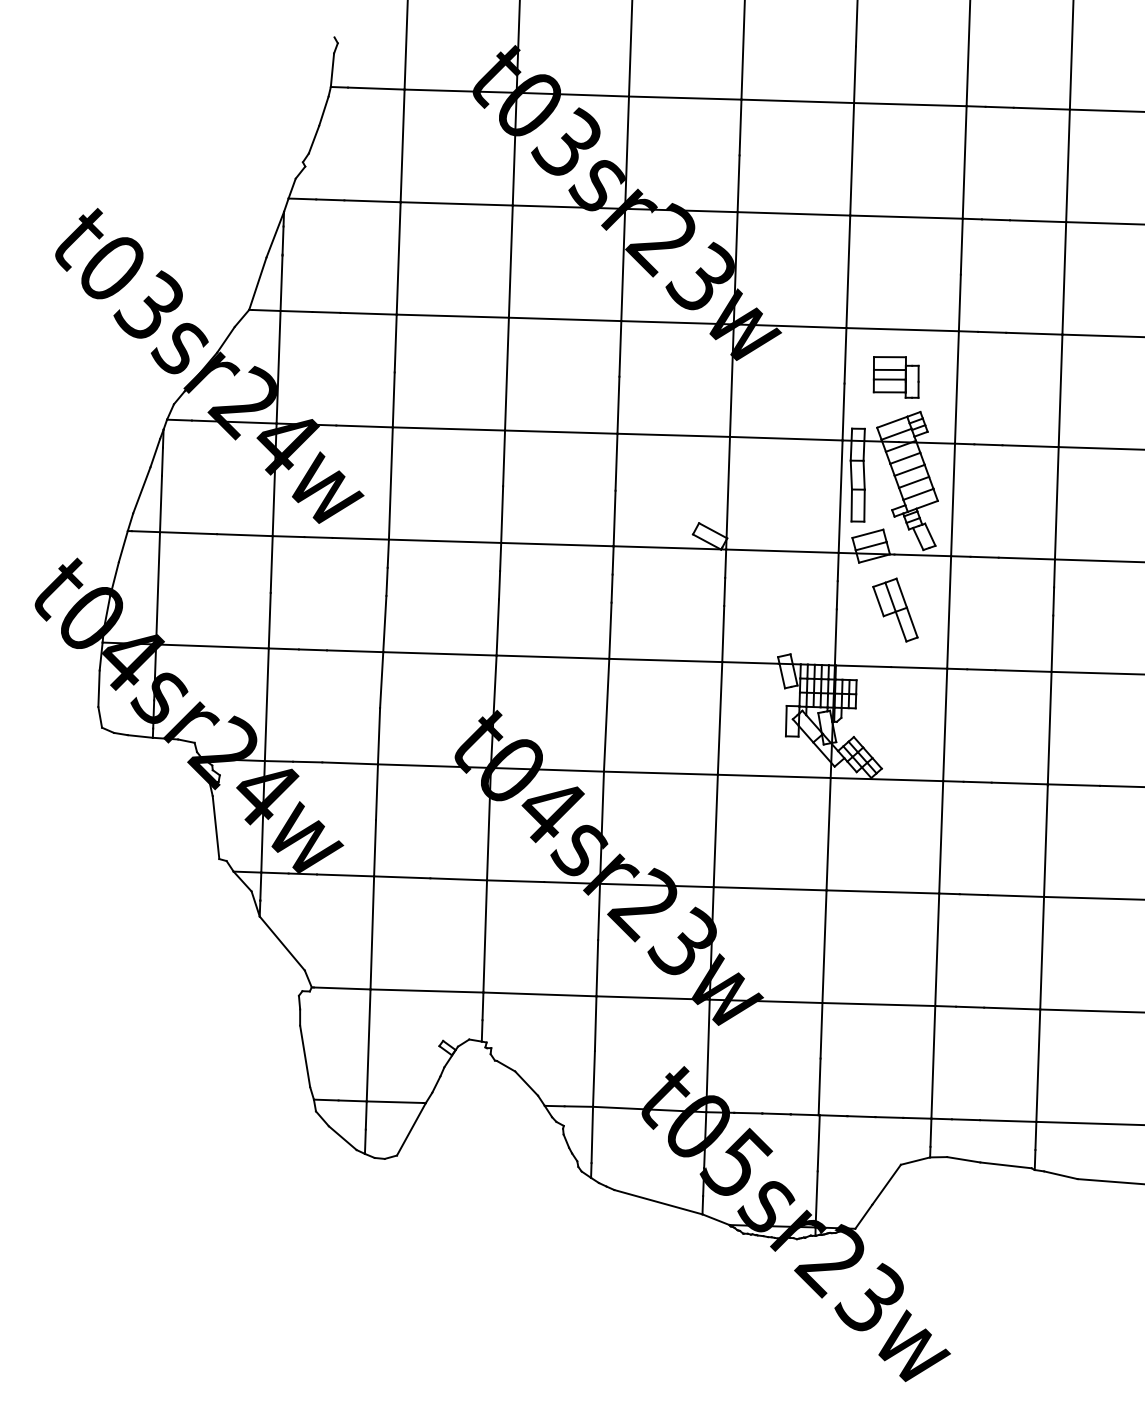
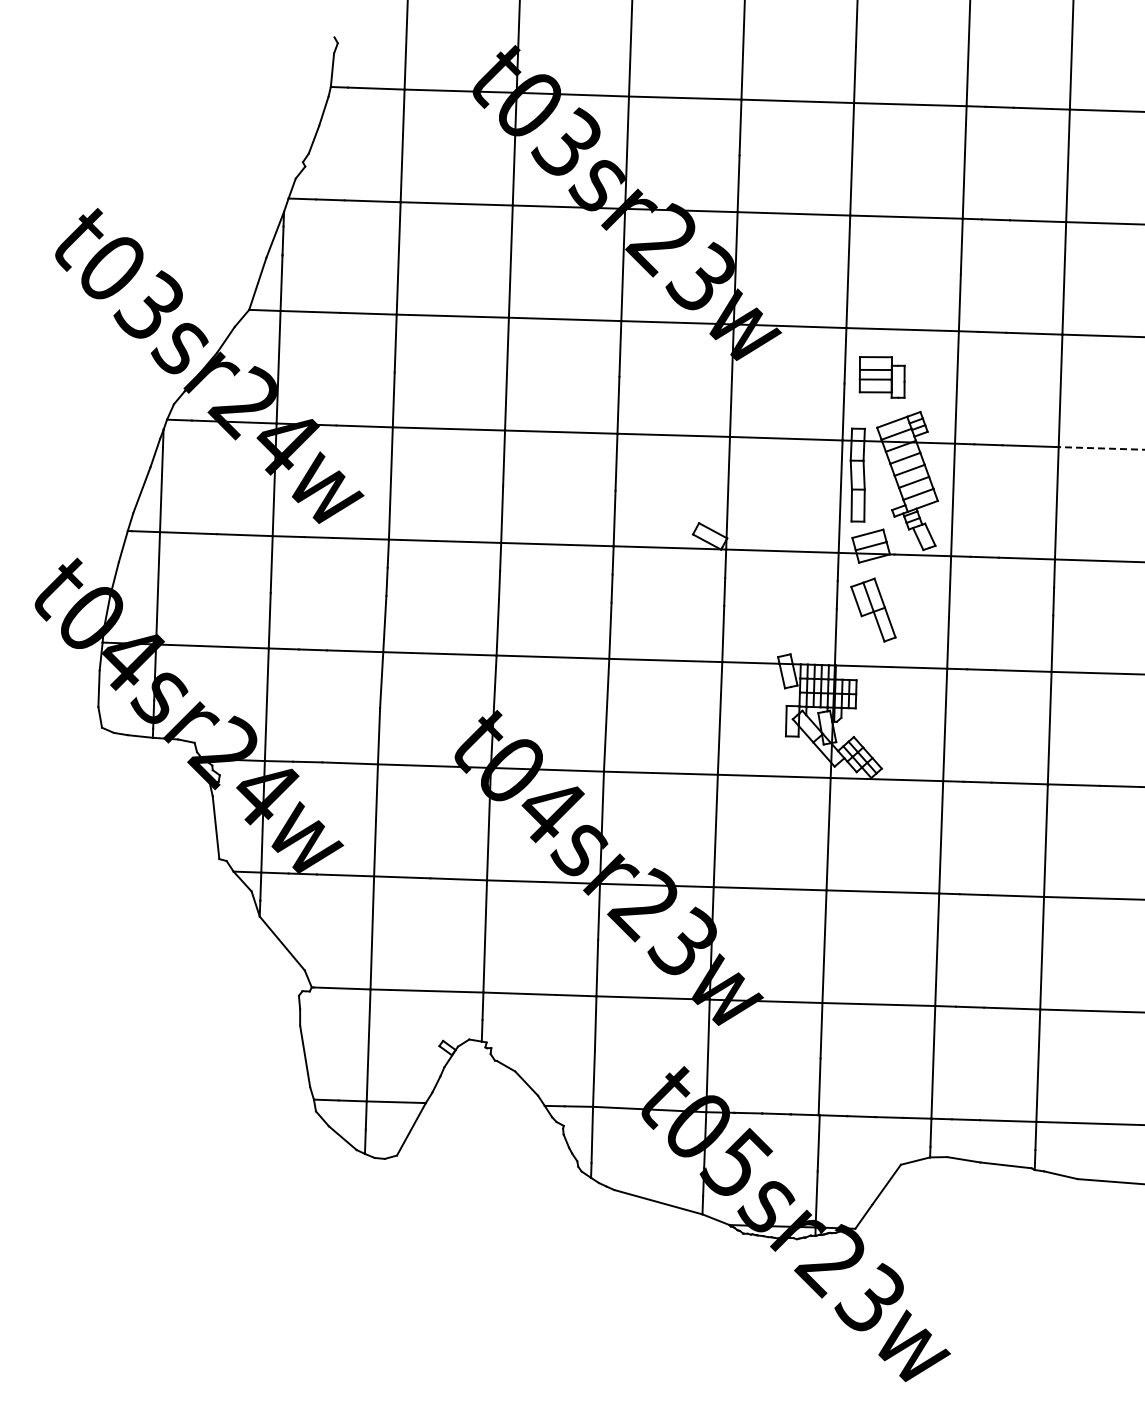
part at (895, 377) position: (895, 377) -> (881, 377)
line at (1101, 448): solid -> dashed
part at (895, 609) position: (895, 609) -> (873, 609)
